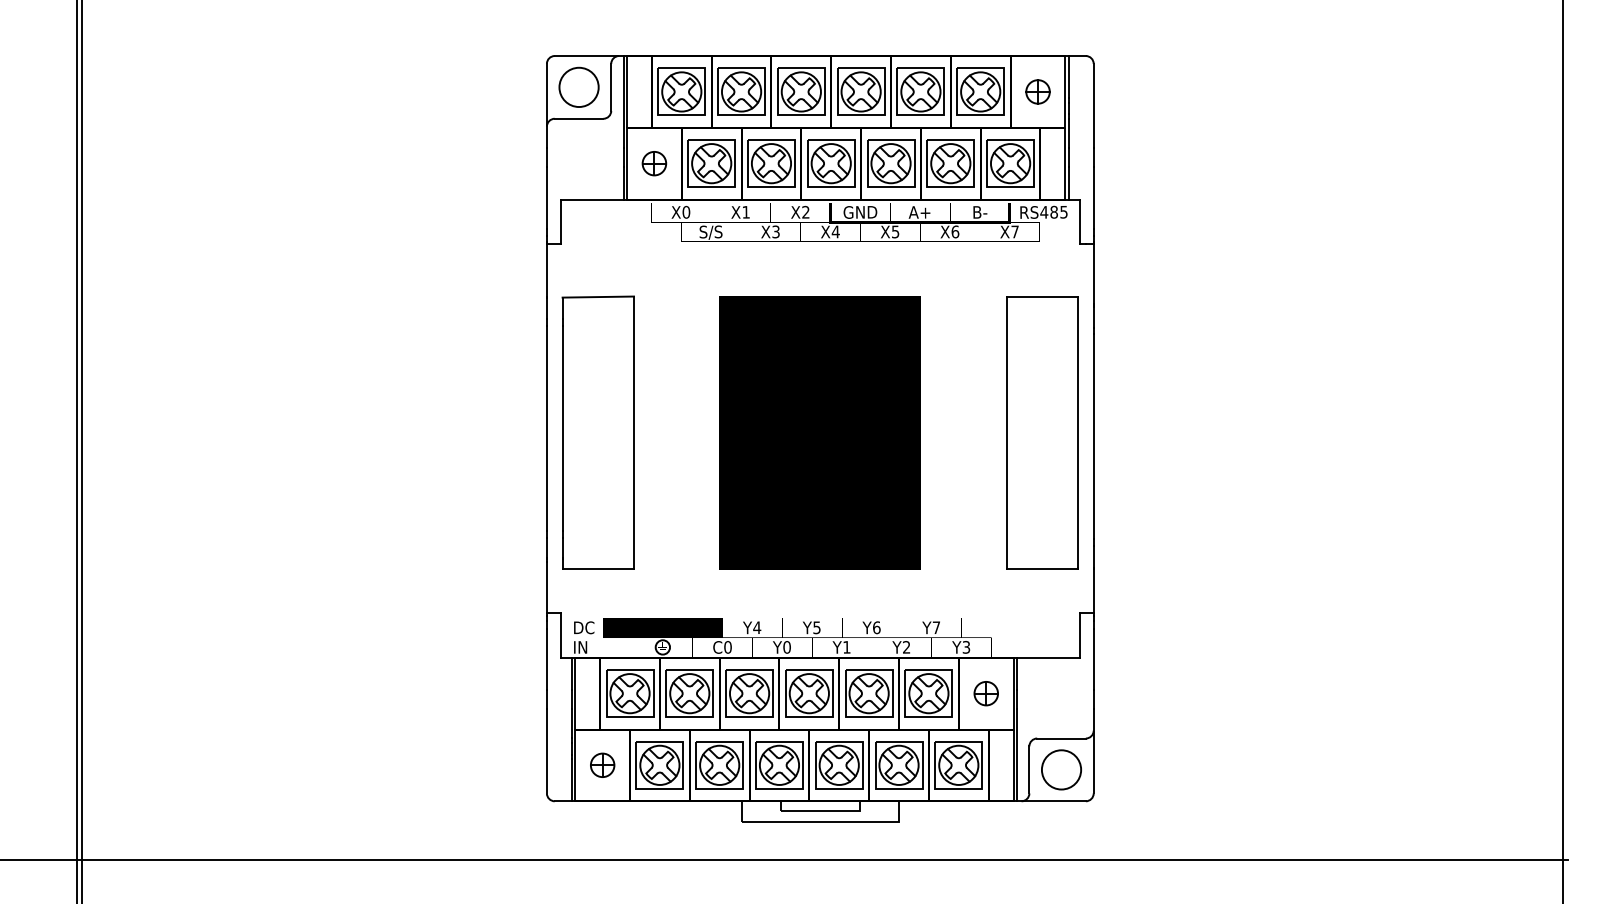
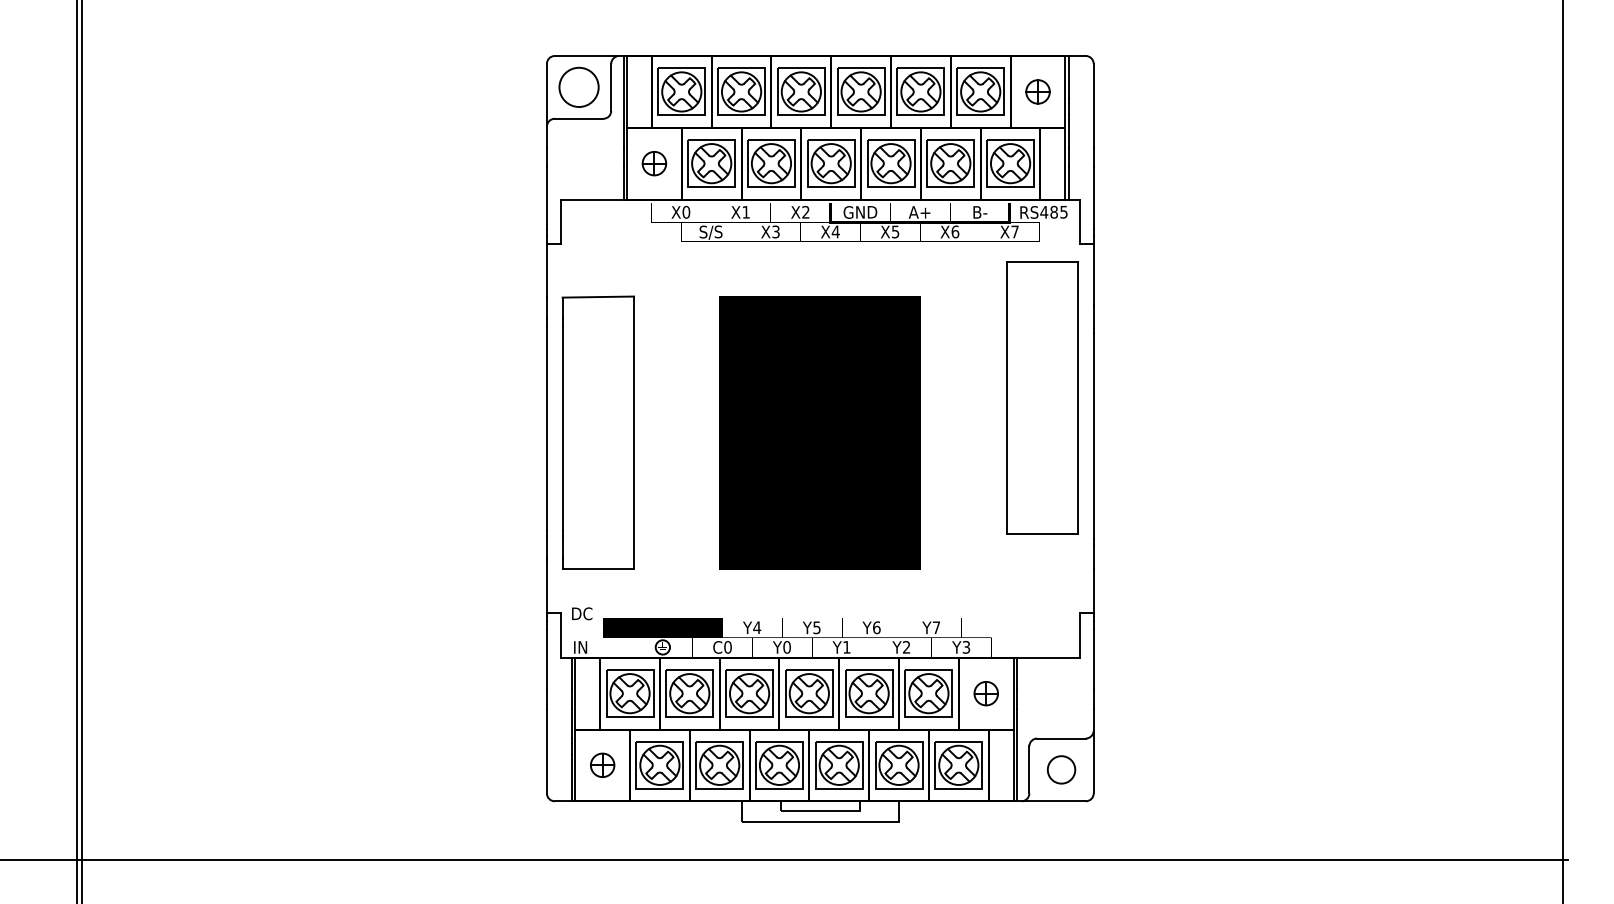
part at (1042, 432) position: (1042, 432) -> (1042, 397)
text at (584, 627) position: (584, 627) -> (582, 613)
circle at (1061, 769) diameter: 39 px -> 27 px
